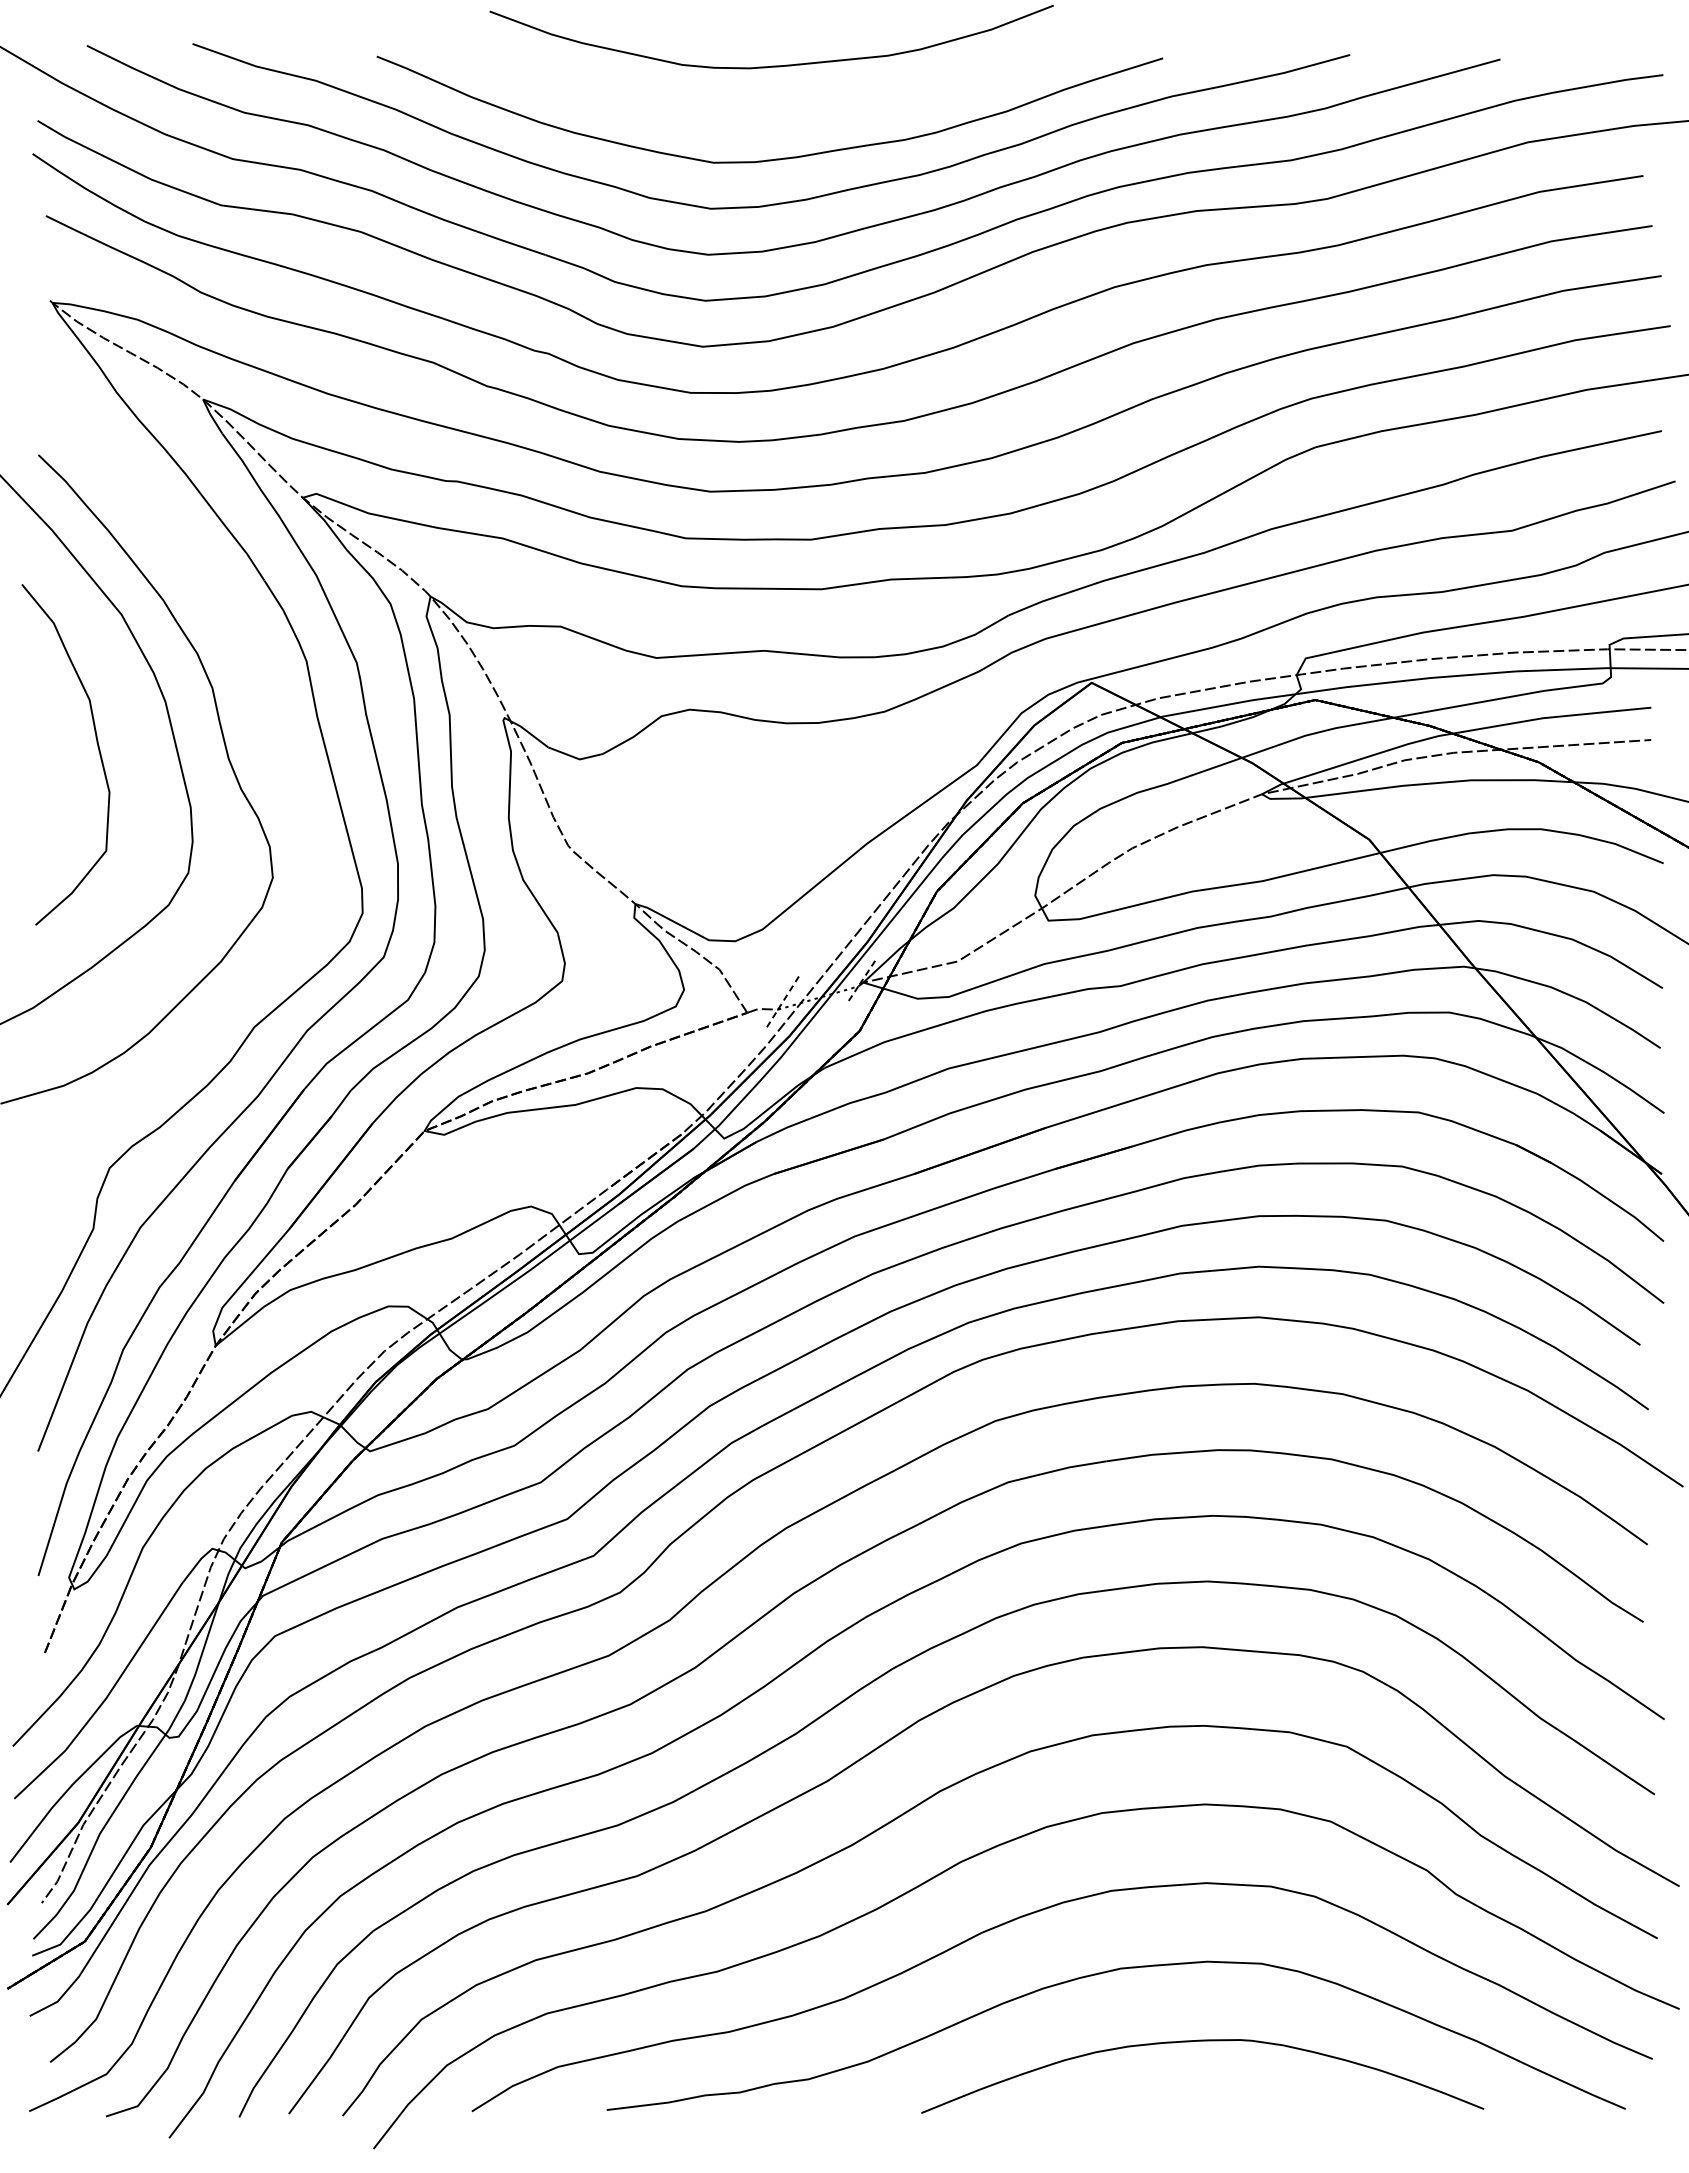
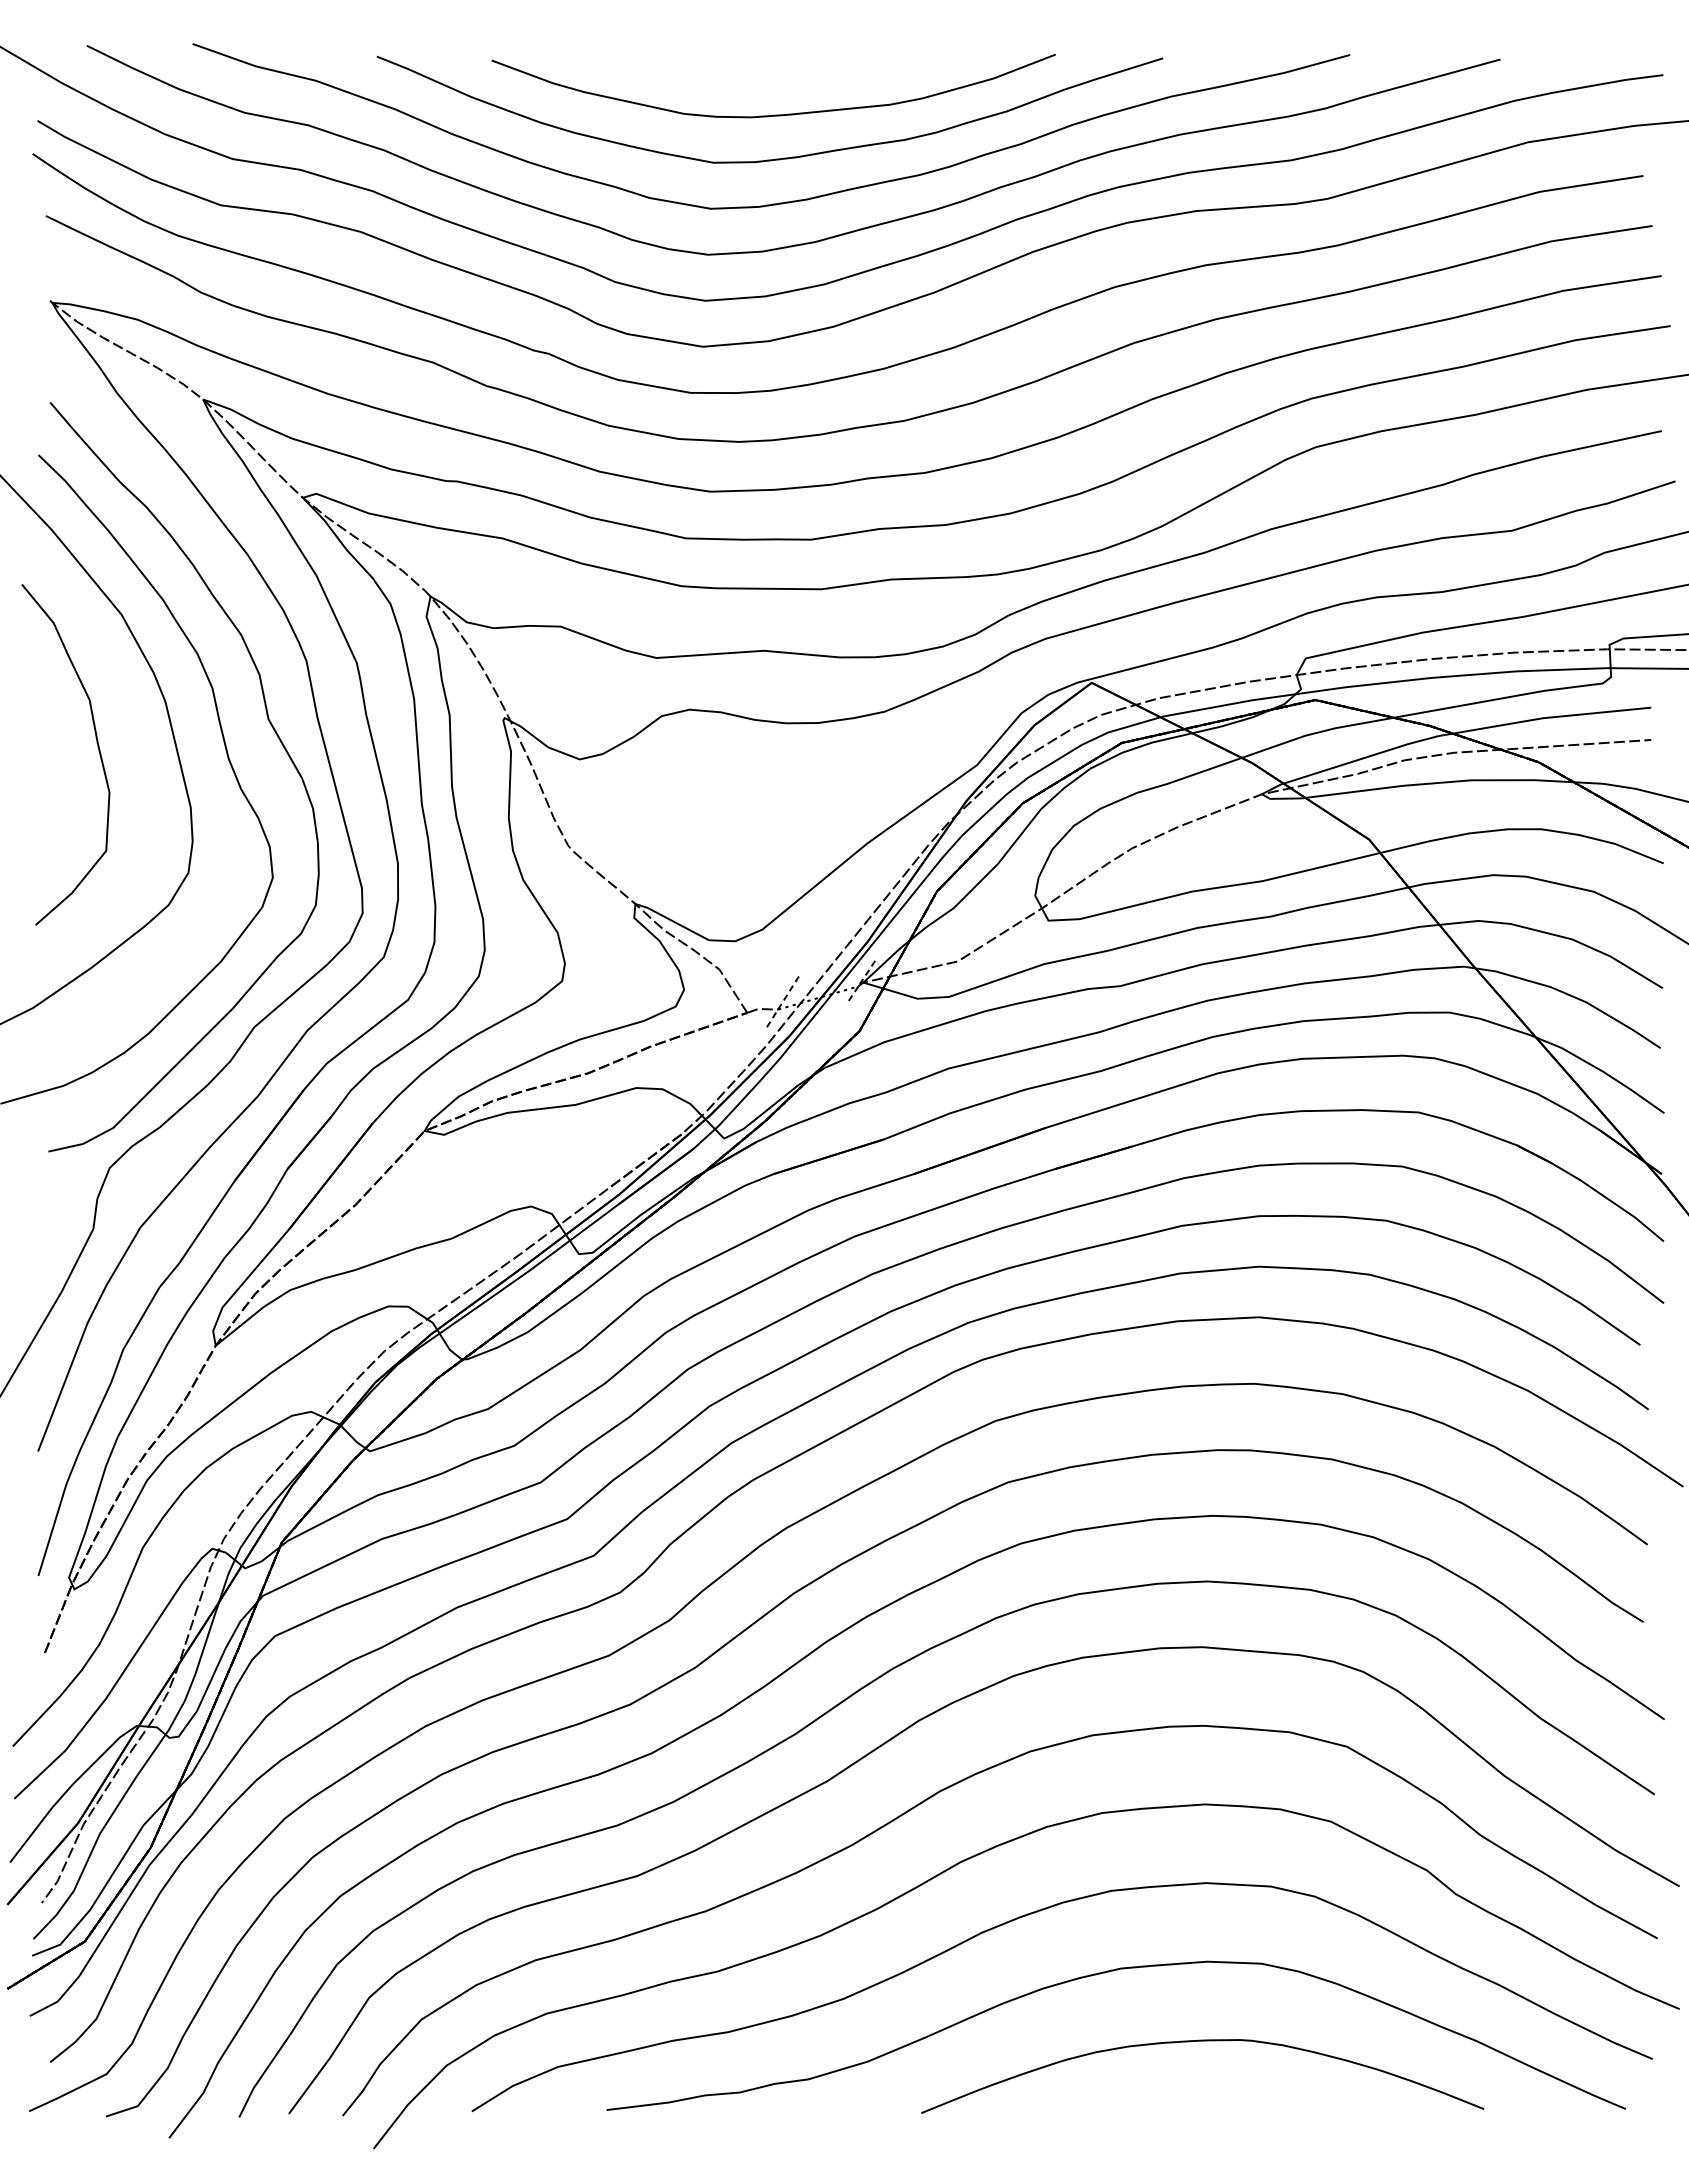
curve at (771, 65) position: (771, 65) -> (773, 114)
curve at (273, 730): none -> present
